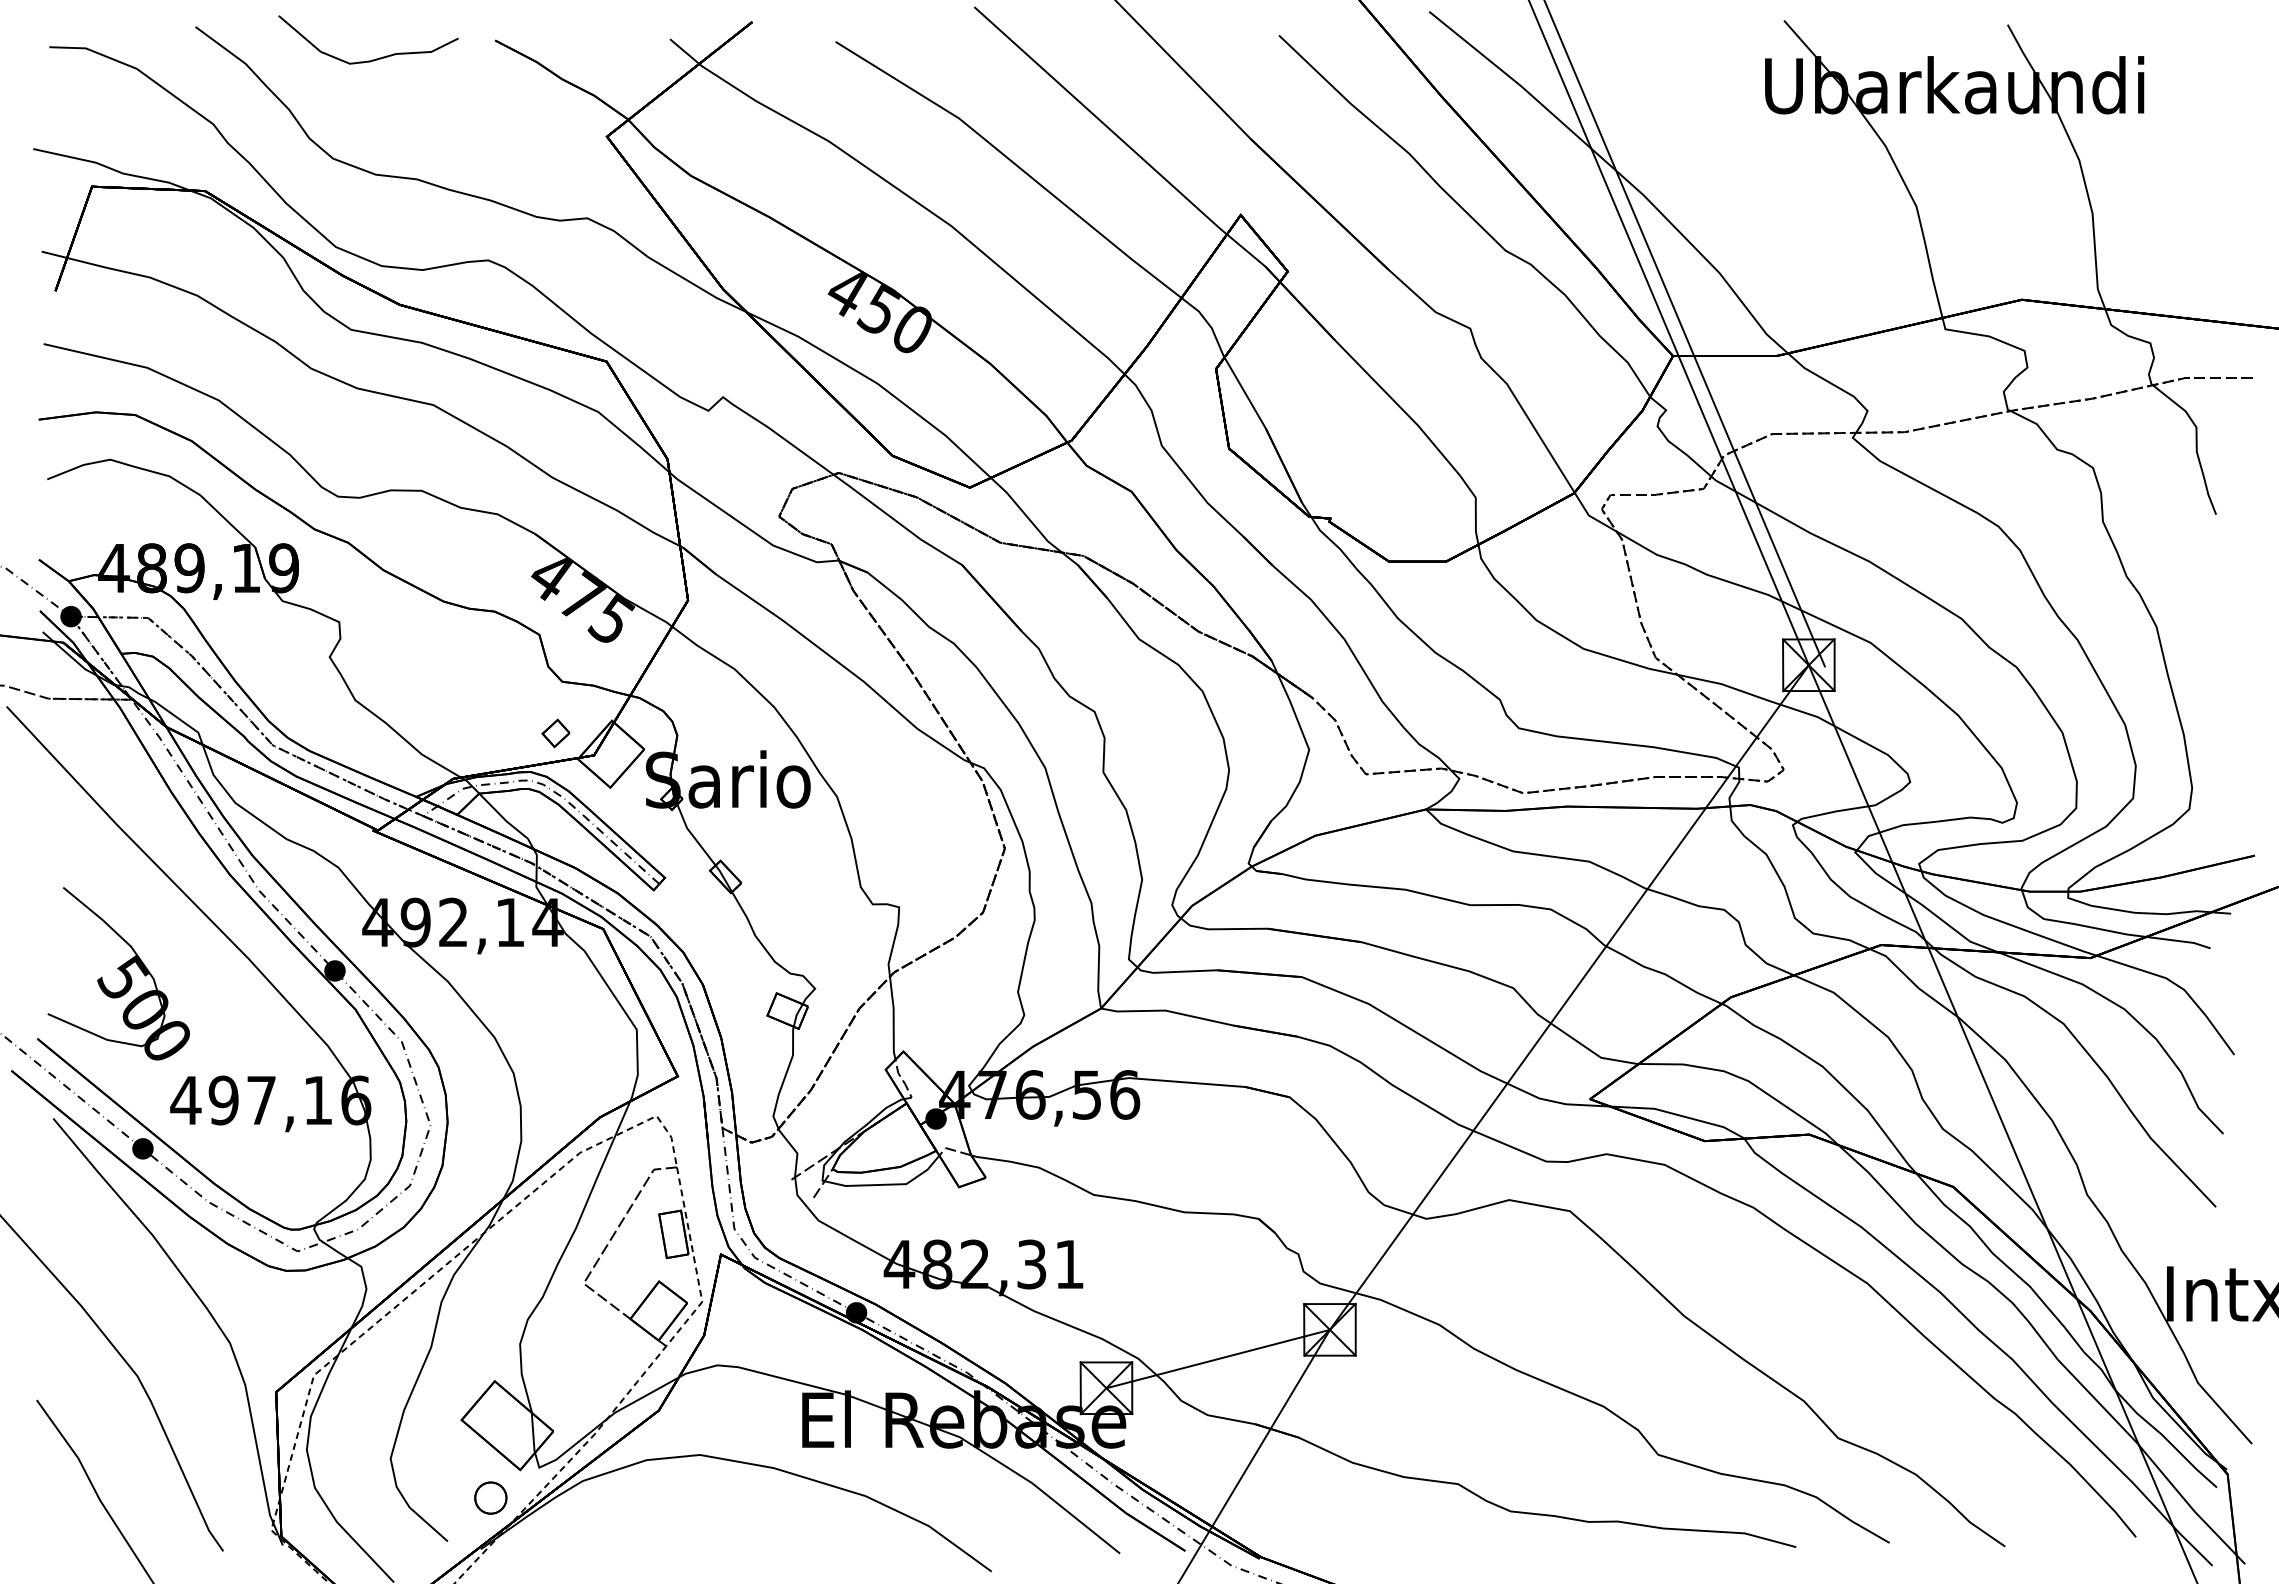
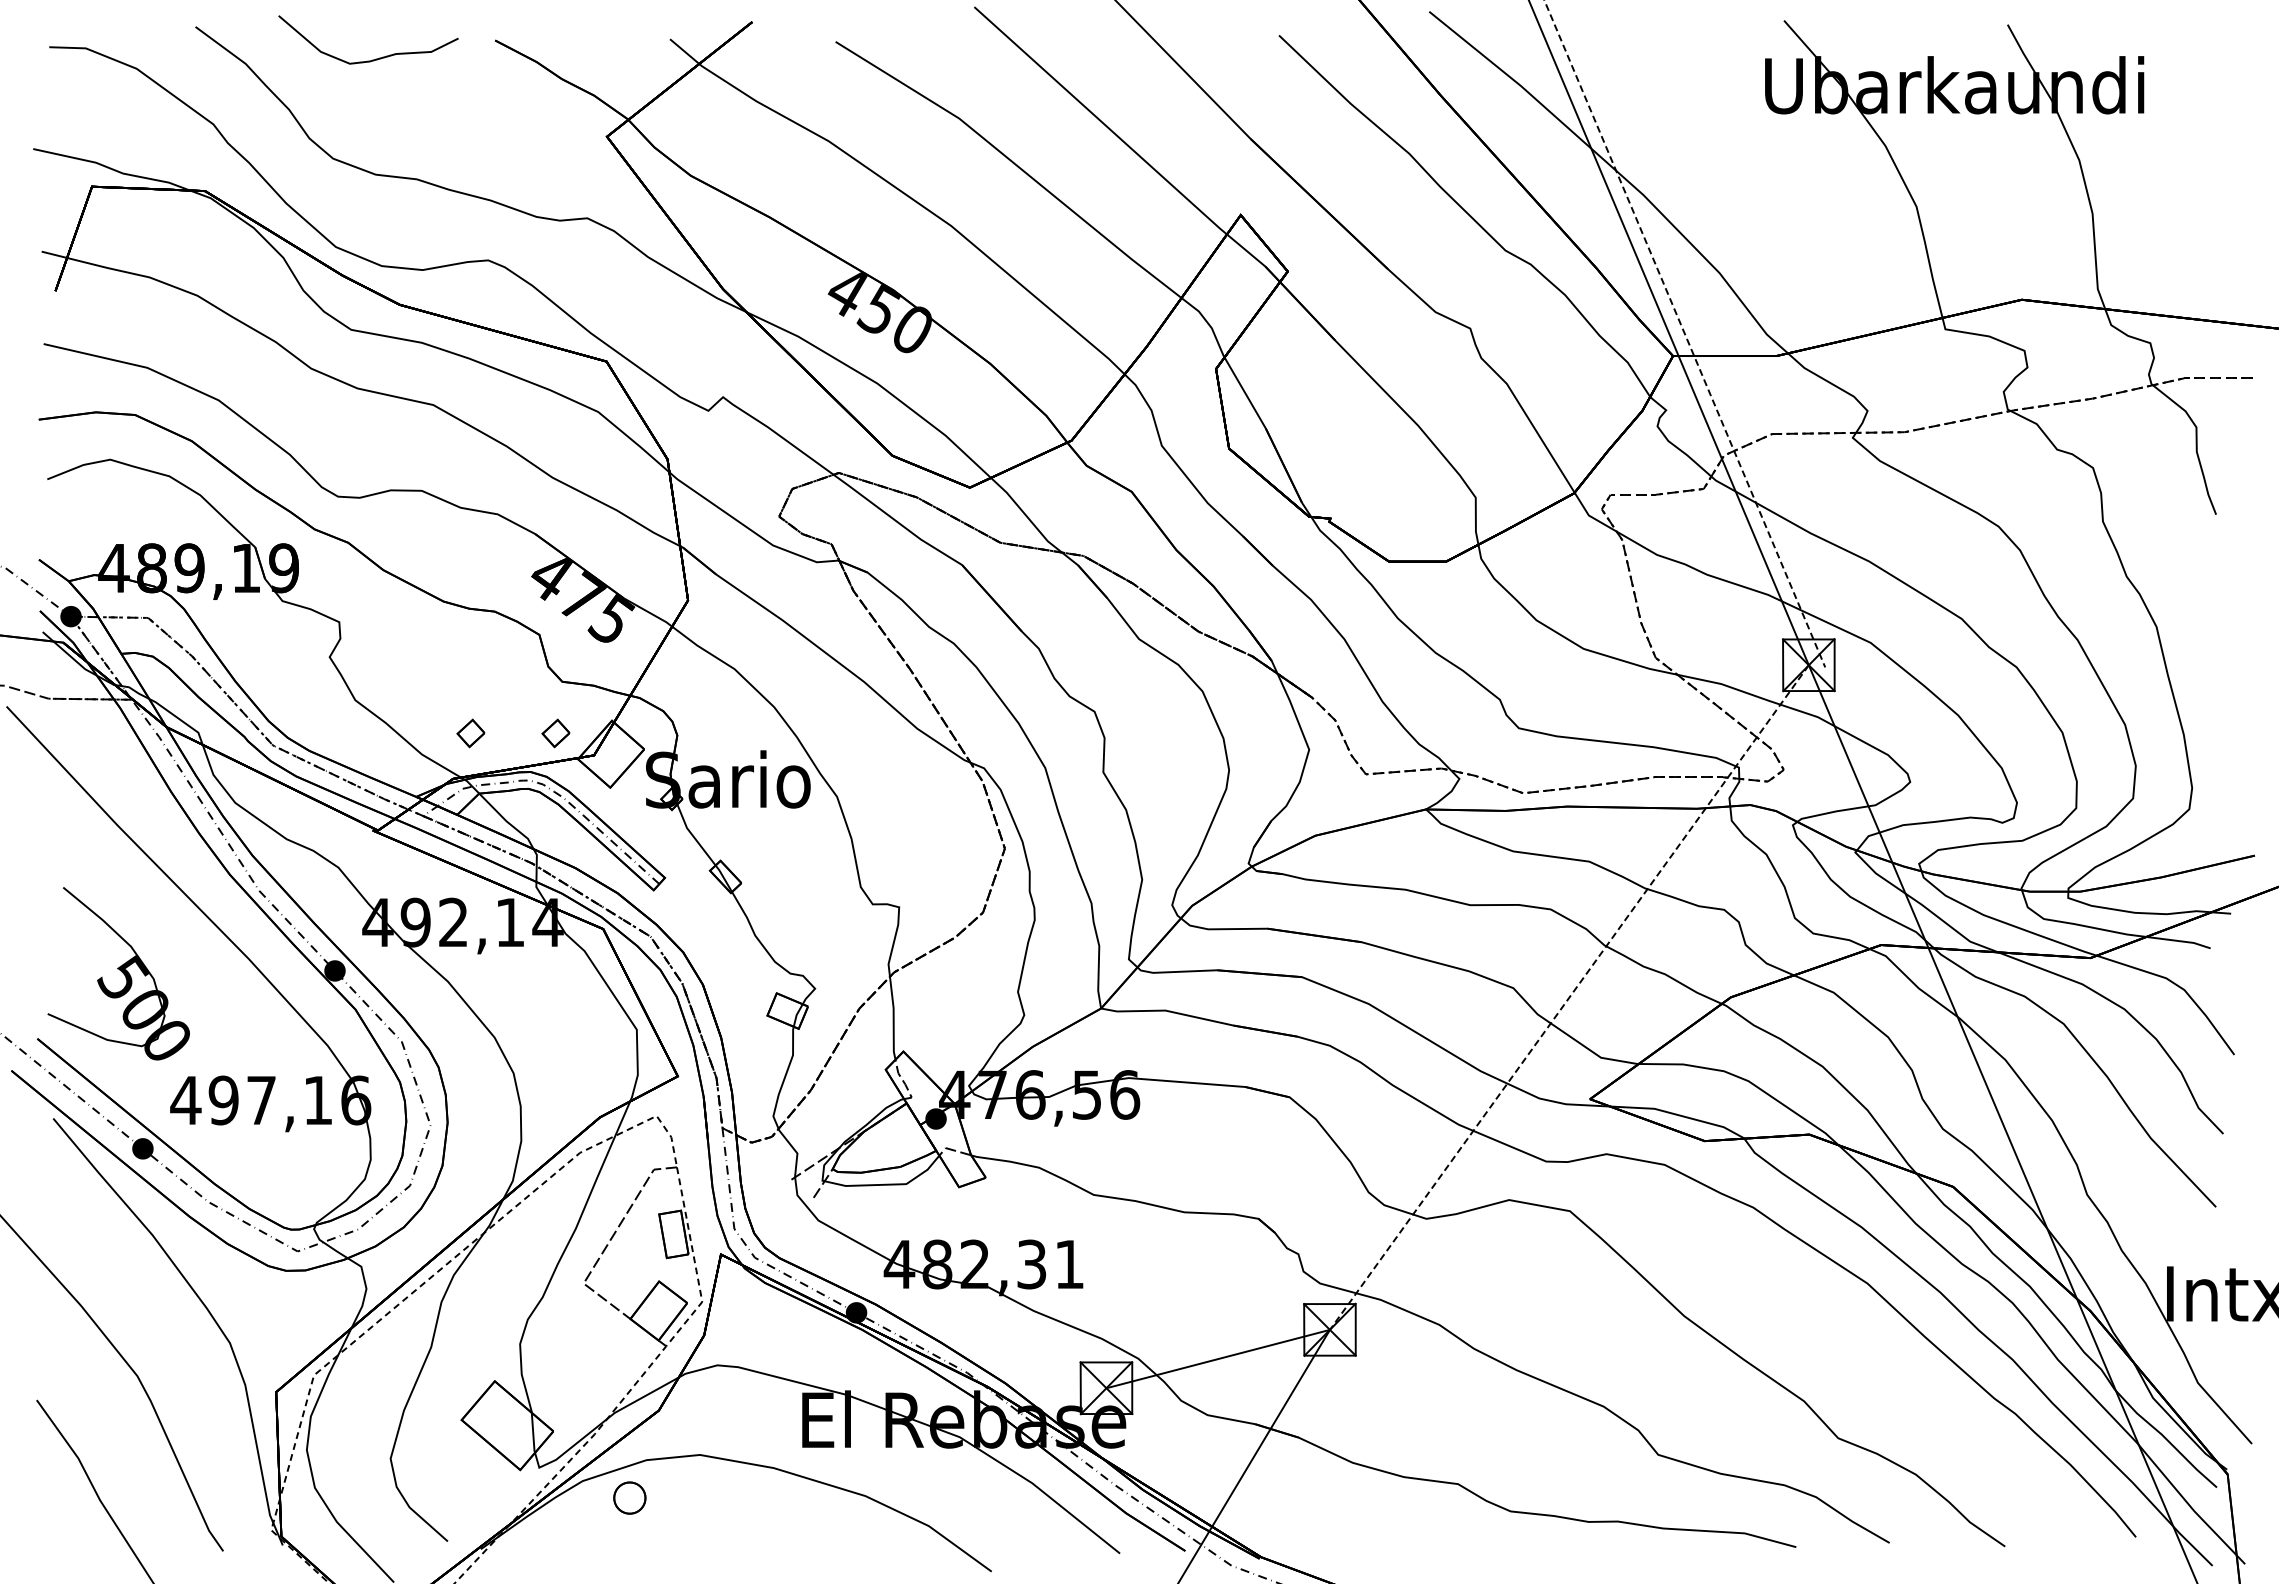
line at (1684, 333): solid -> dashed
part at (470, 733): none -> present
line at (1569, 997): solid -> dashed
part at (490, 1497) position: (490, 1497) -> (629, 1497)
